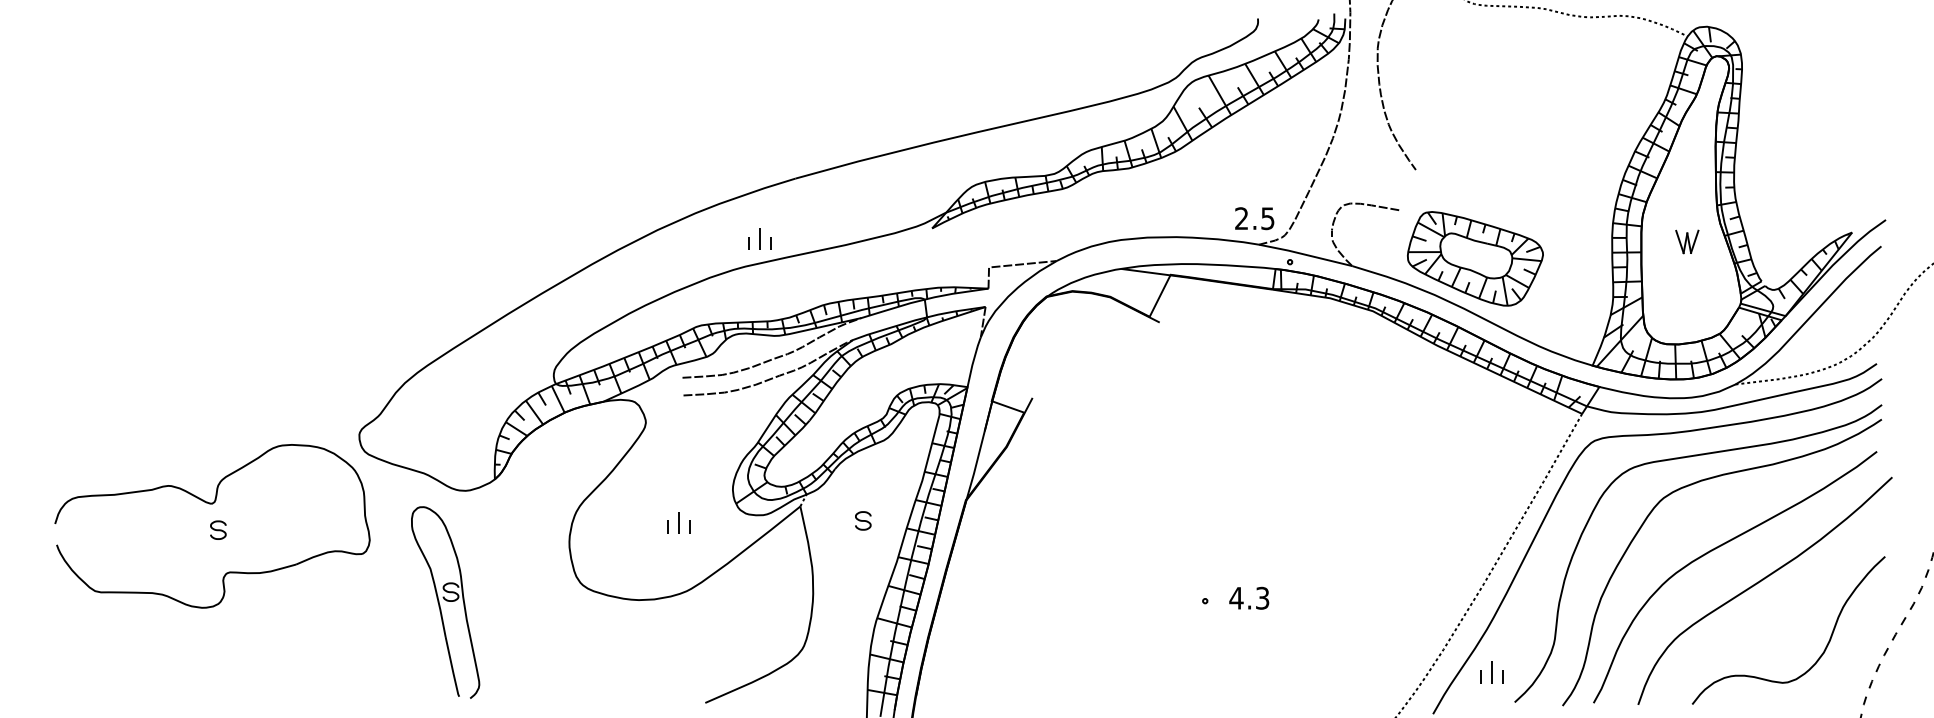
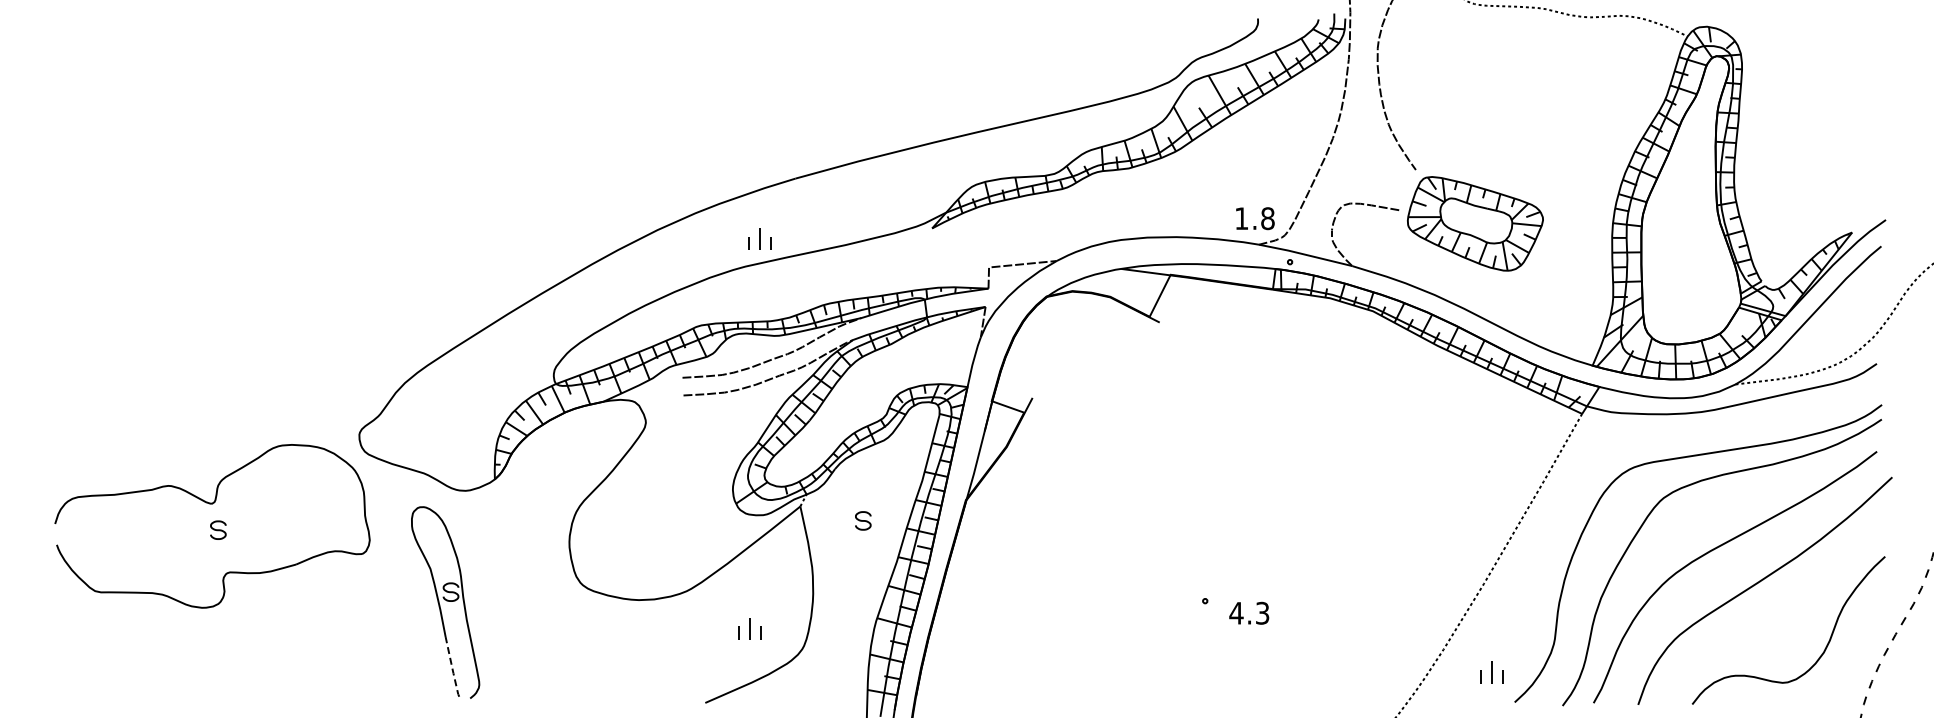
text at (1254, 218): 2.5 -> 1.8
part at (1687, 241): present -> none
part at (1475, 258) position: (1475, 258) -> (1475, 223)
curve at (1643, 436): present -> none
part at (678, 522) position: (678, 522) -> (749, 628)
text at (1249, 597) position: (1249, 597) -> (1249, 612)
line at (452, 667): solid -> dashed
